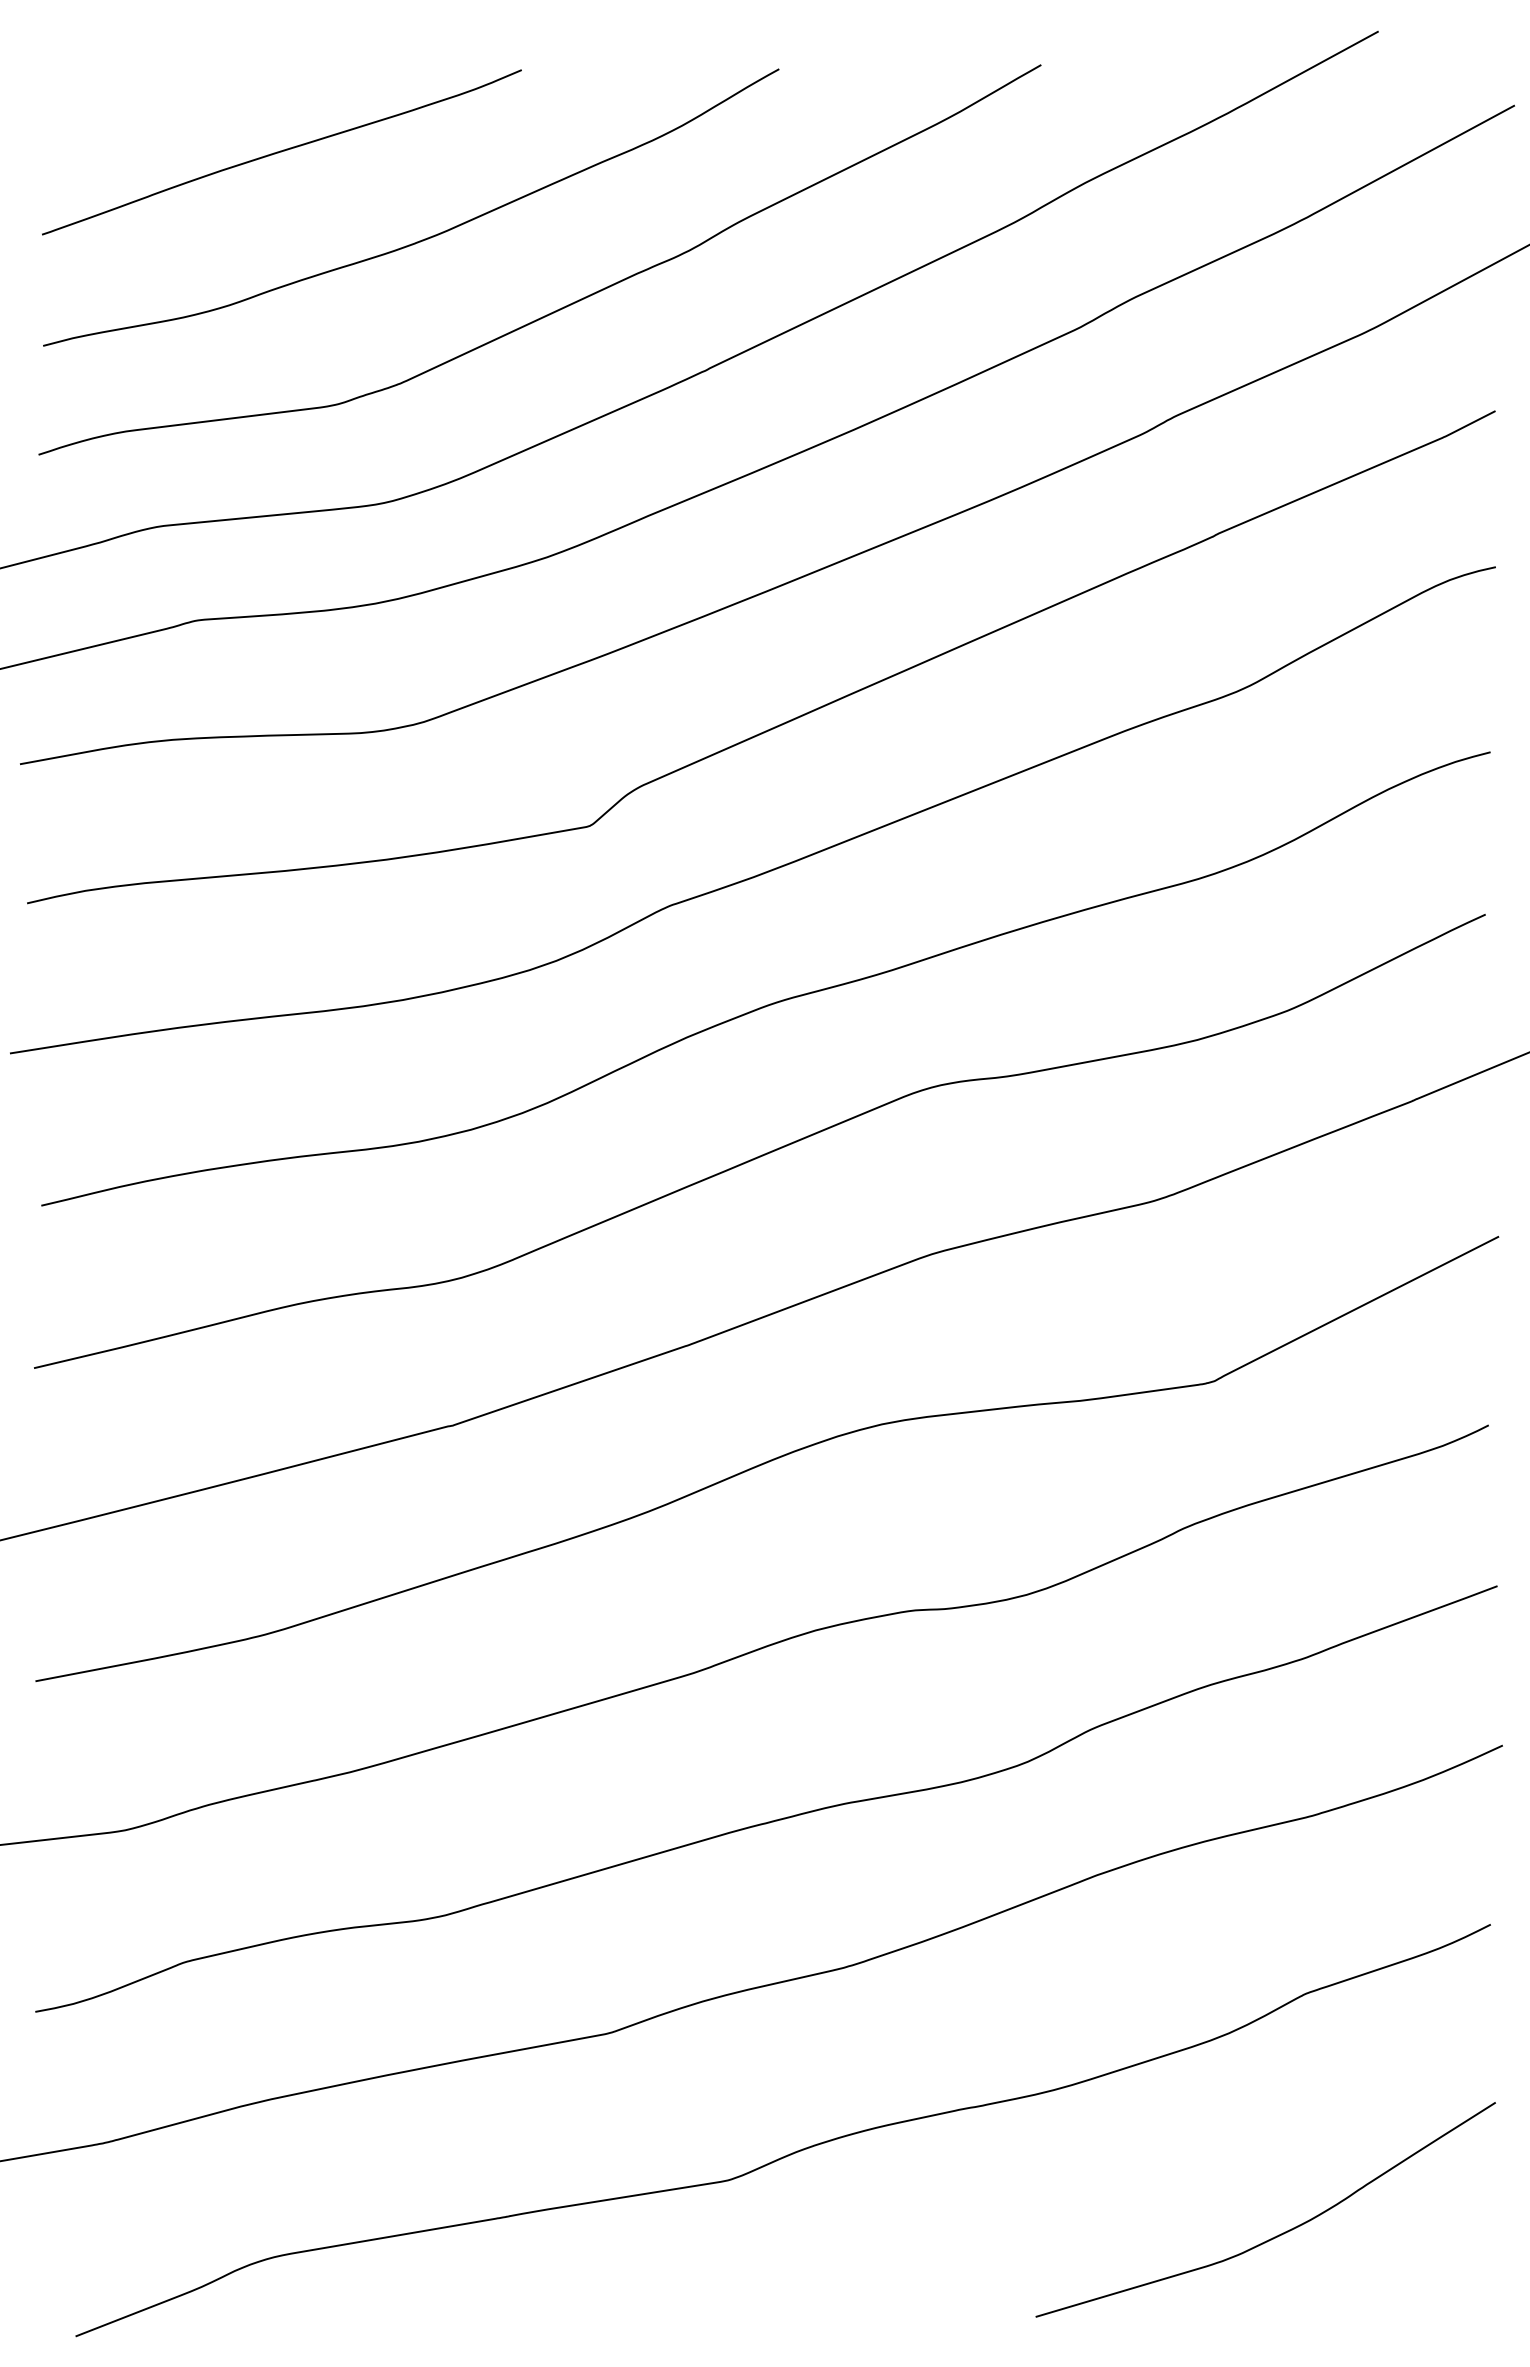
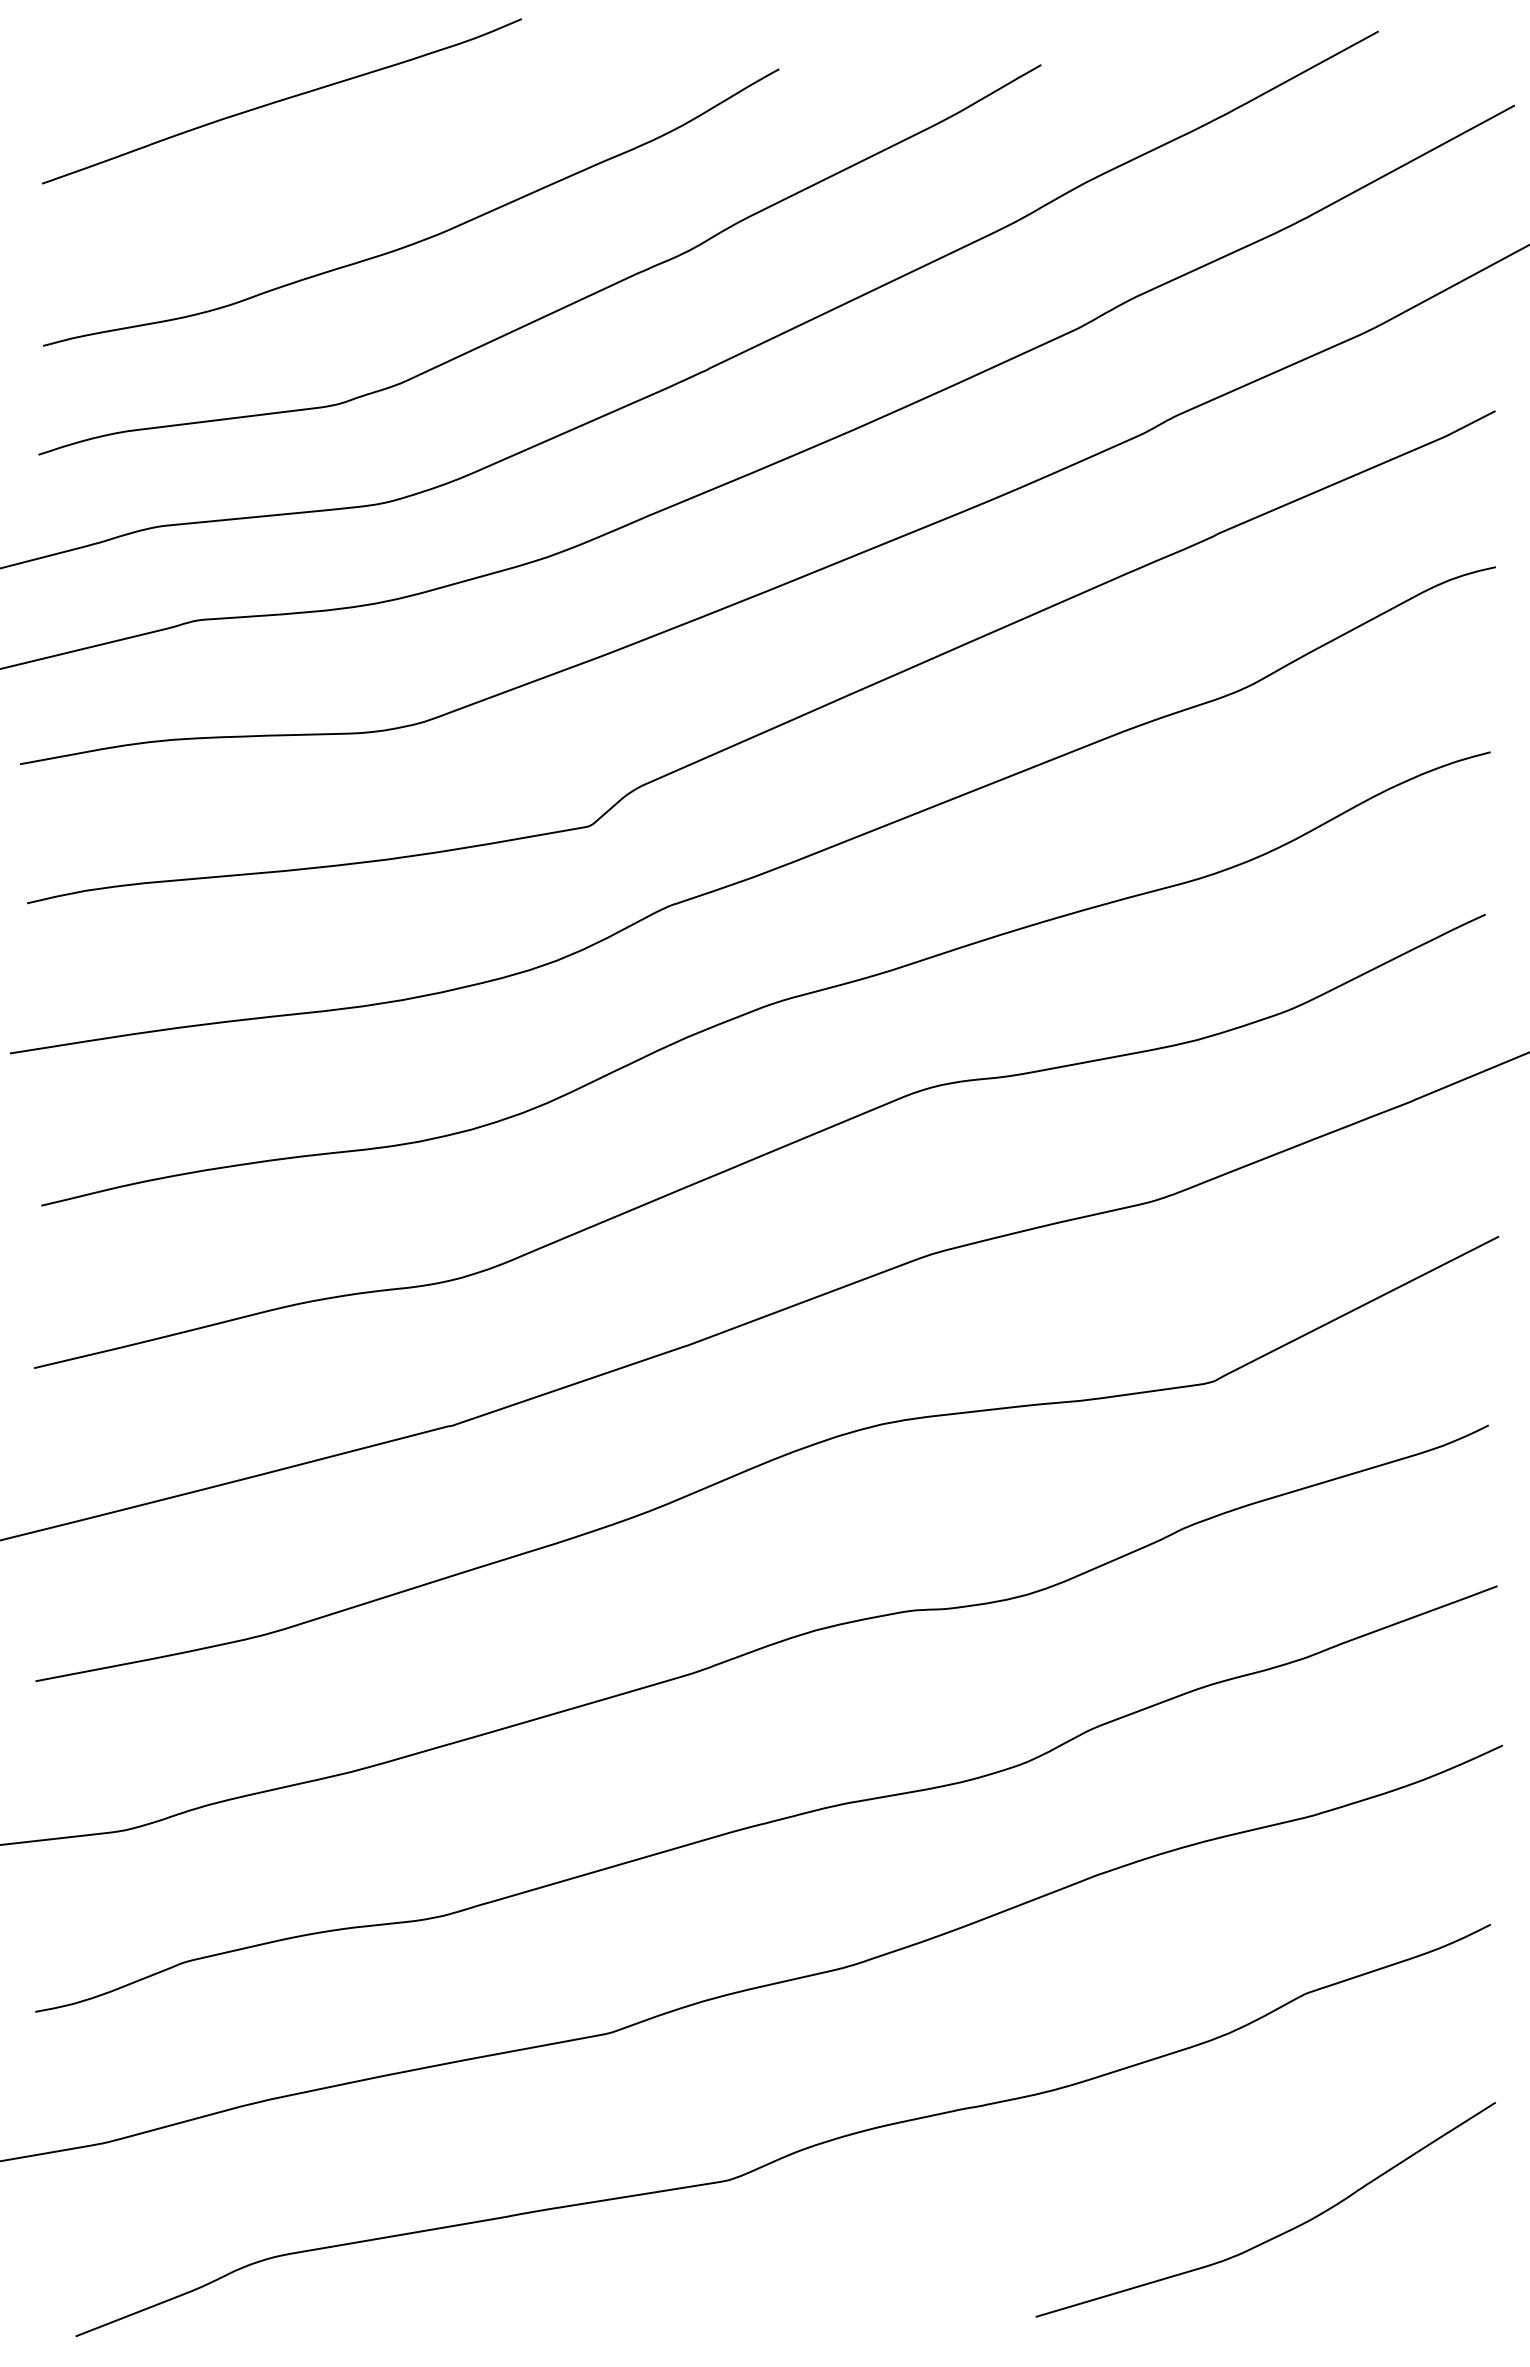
curve at (281, 152) position: (281, 152) -> (281, 101)
